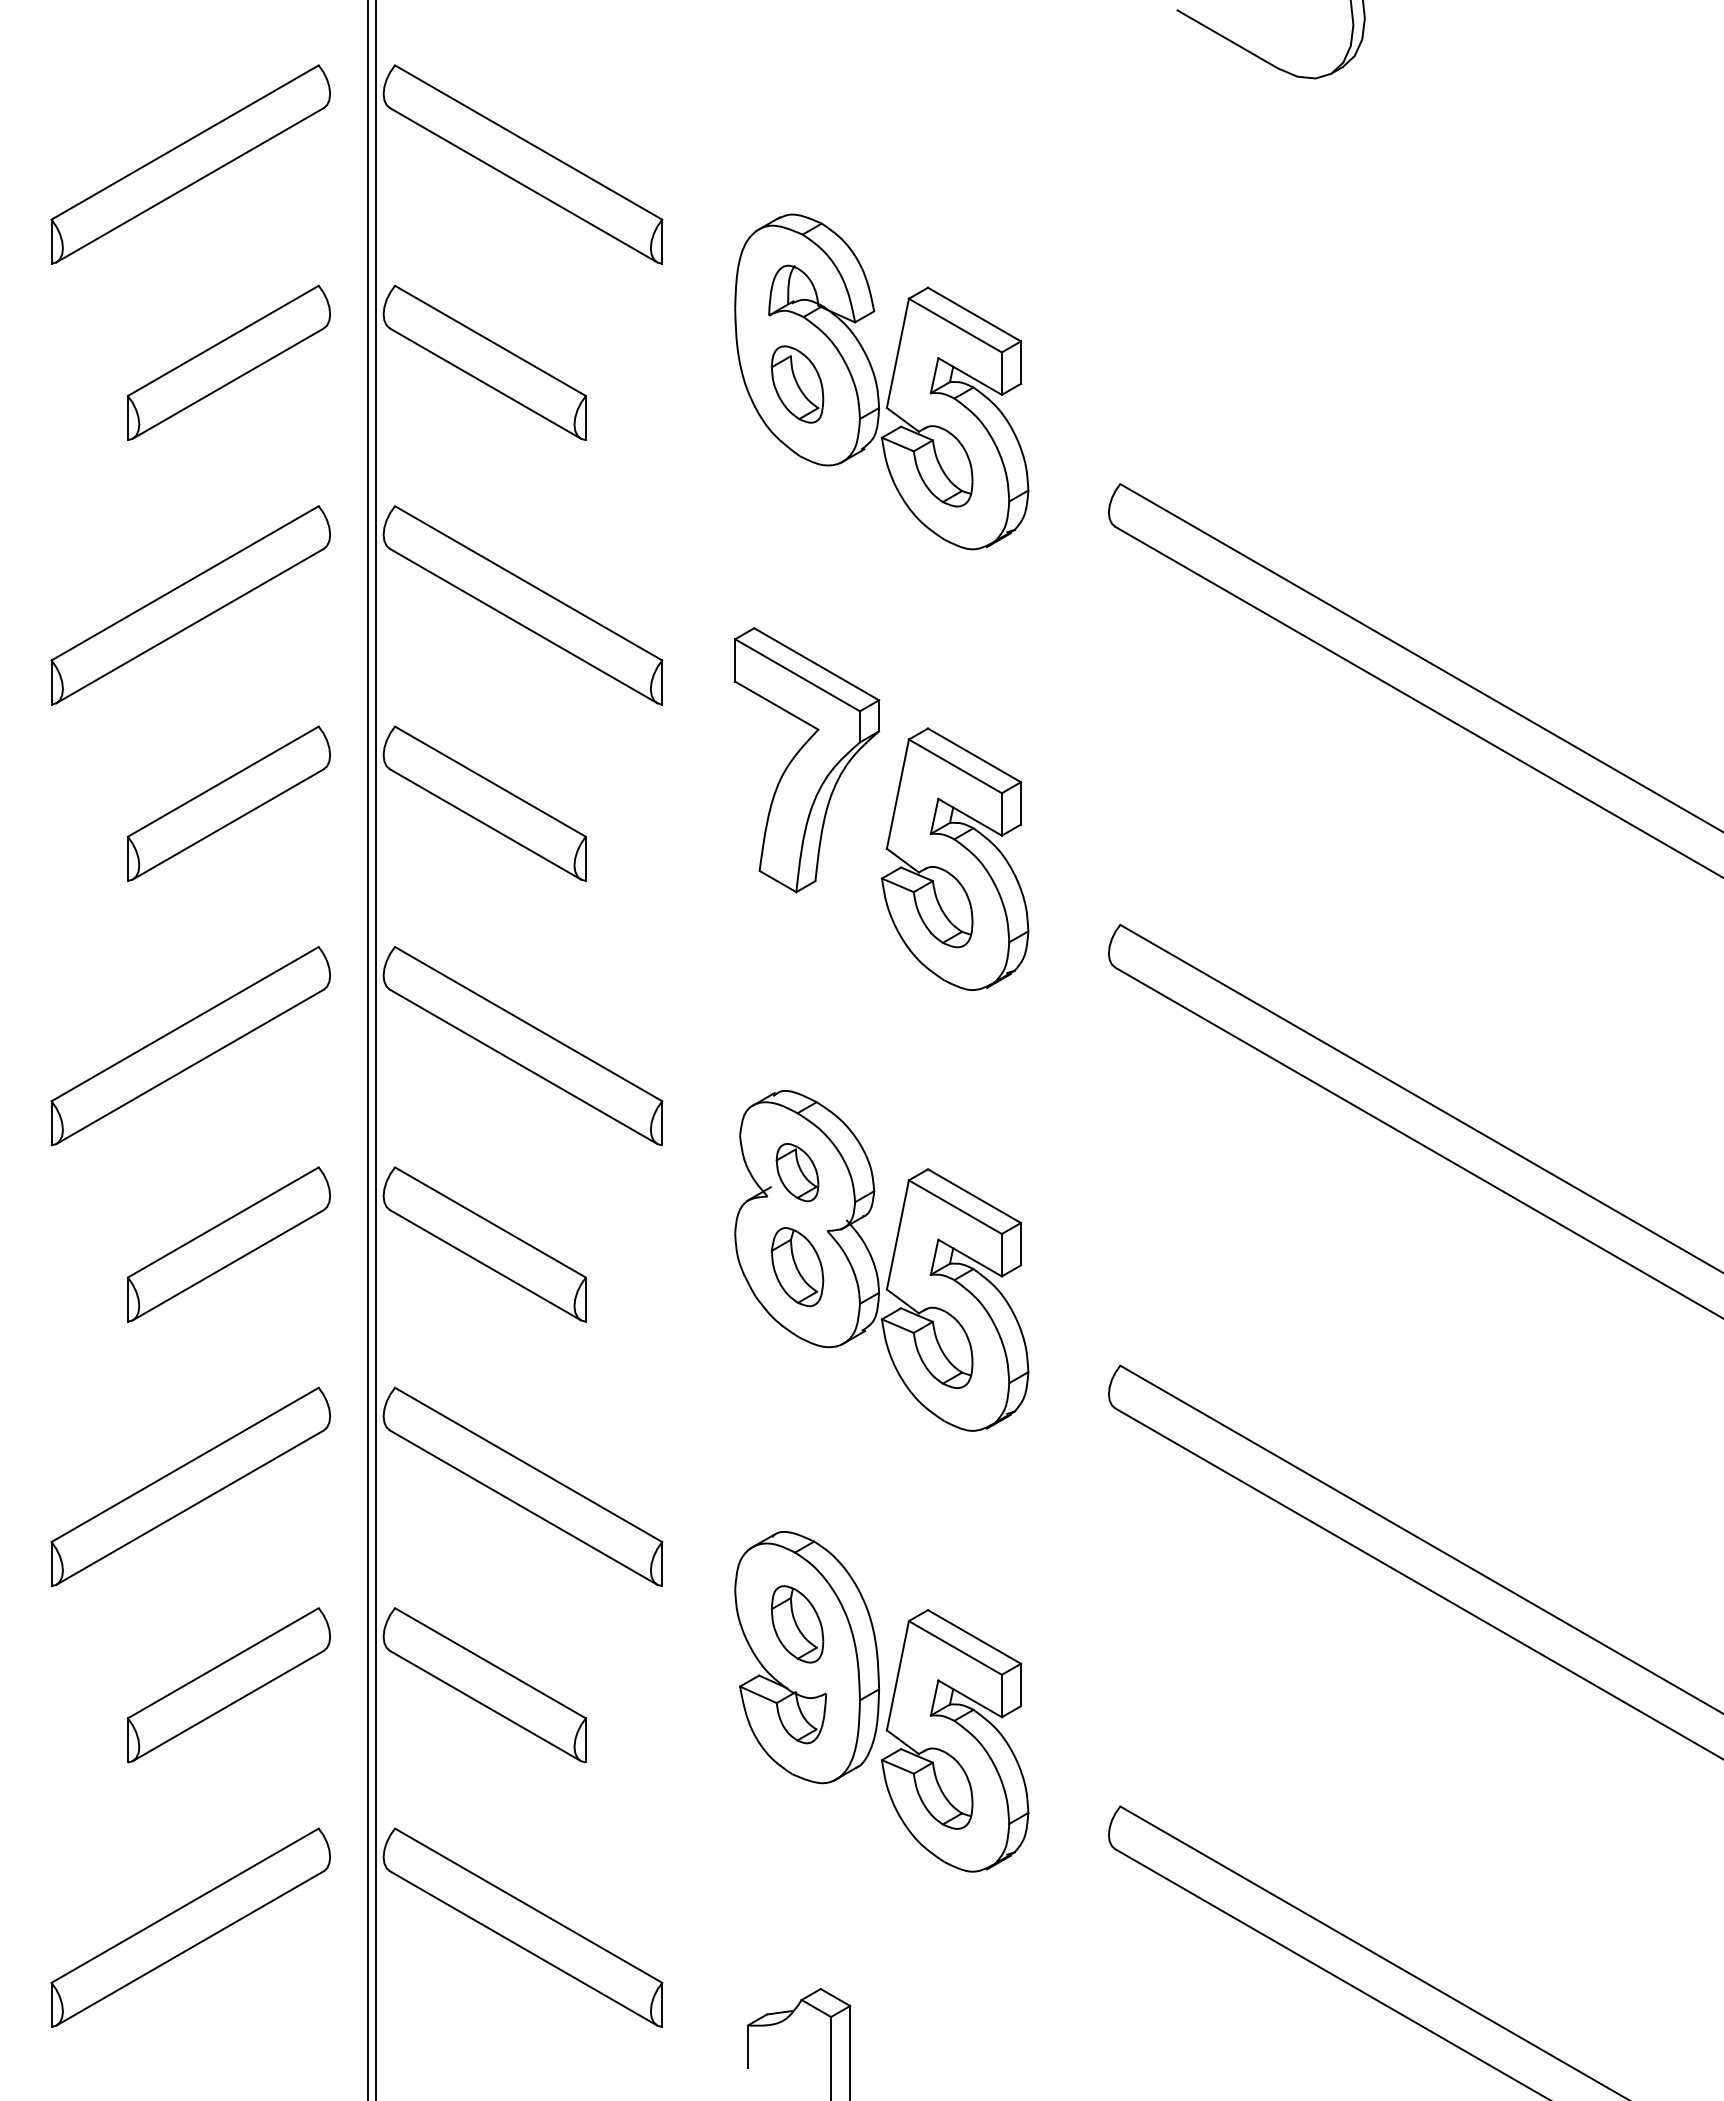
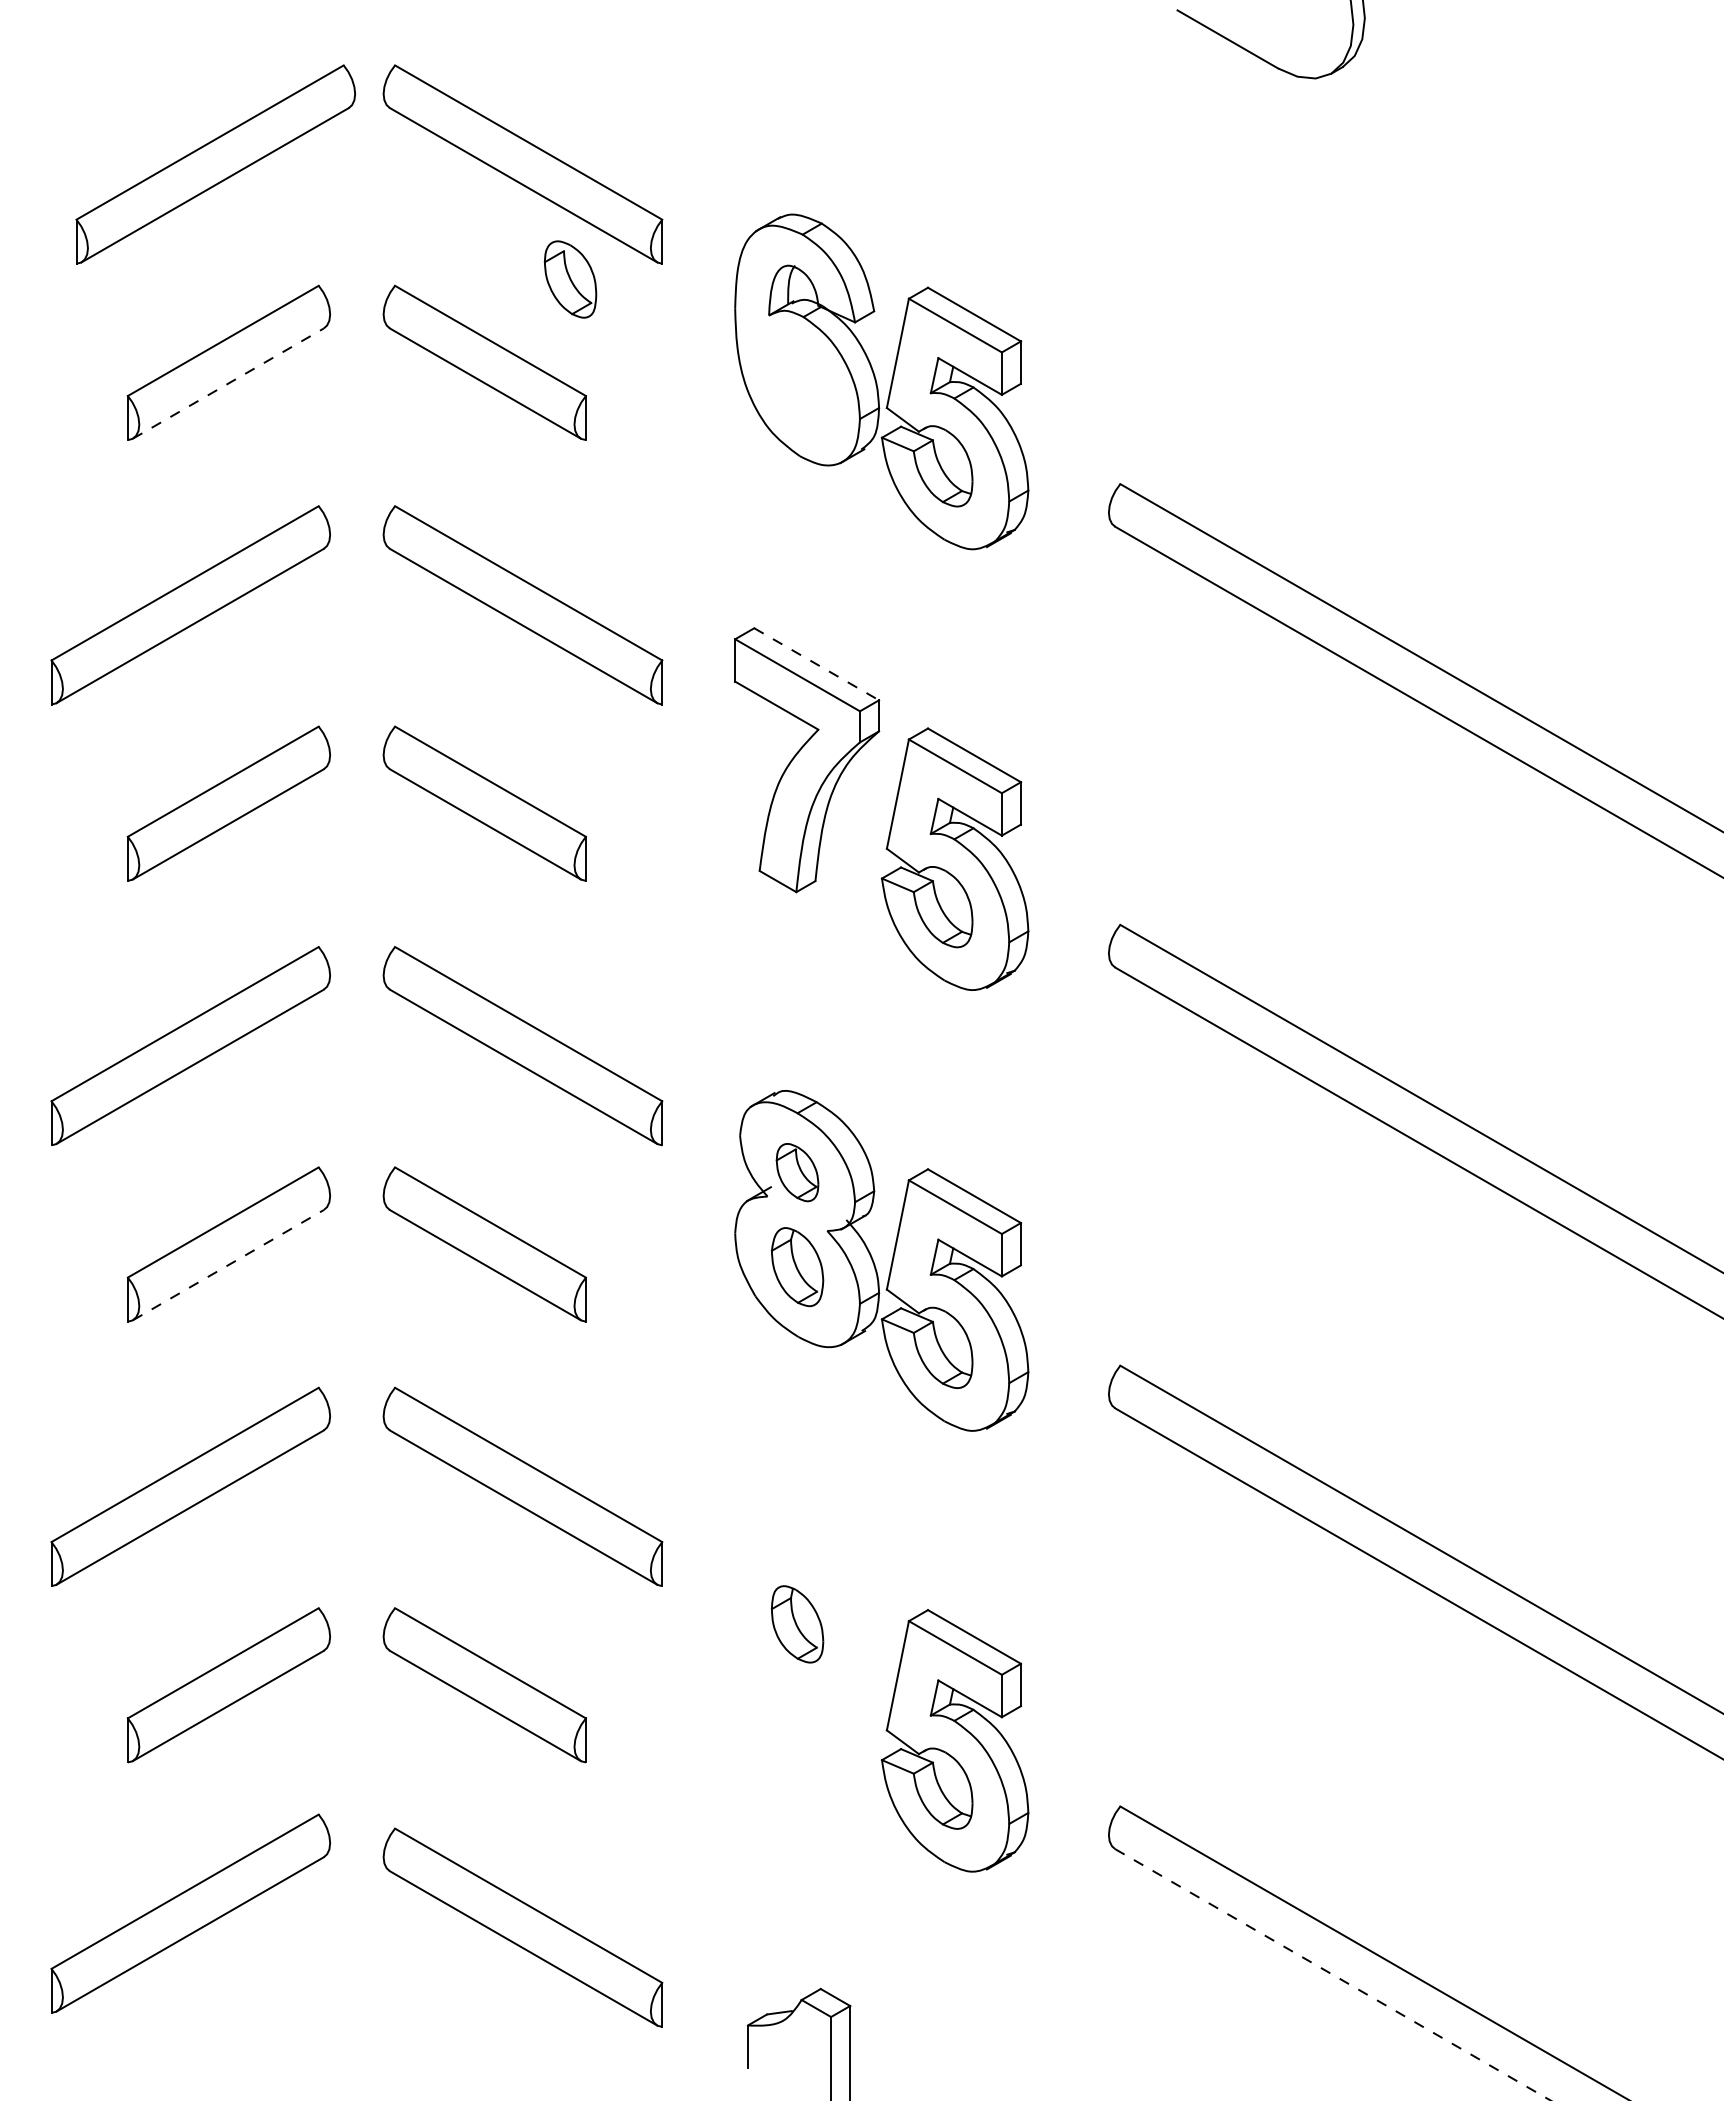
part at (190, 164) position: (190, 164) -> (215, 164)
line at (228, 383): solid -> dashed
part at (797, 384) position: (797, 384) -> (570, 279)
line at (817, 664): solid -> dashed
line at (368, 1049): present -> none
line at (375, 1049): present -> none
line at (228, 1264): solid -> dashed
part at (807, 1657): present -> none
part at (190, 1927) position: (190, 1927) -> (190, 1913)
line at (1332, 1974): solid -> dashed
